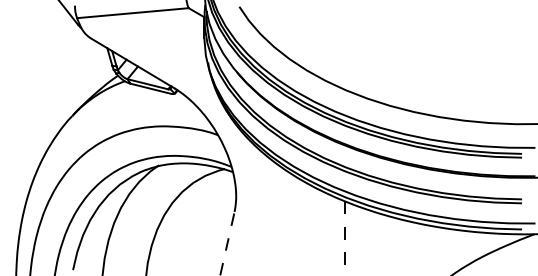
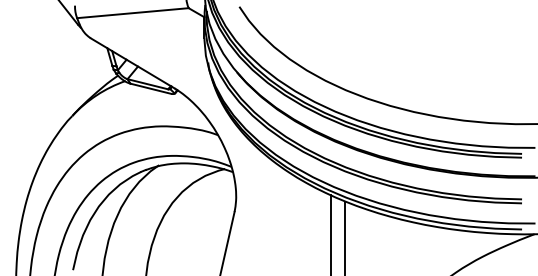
line at (330, 233): none -> present
line at (345, 238): dashed -> solid
line at (227, 243): dashed -> solid
